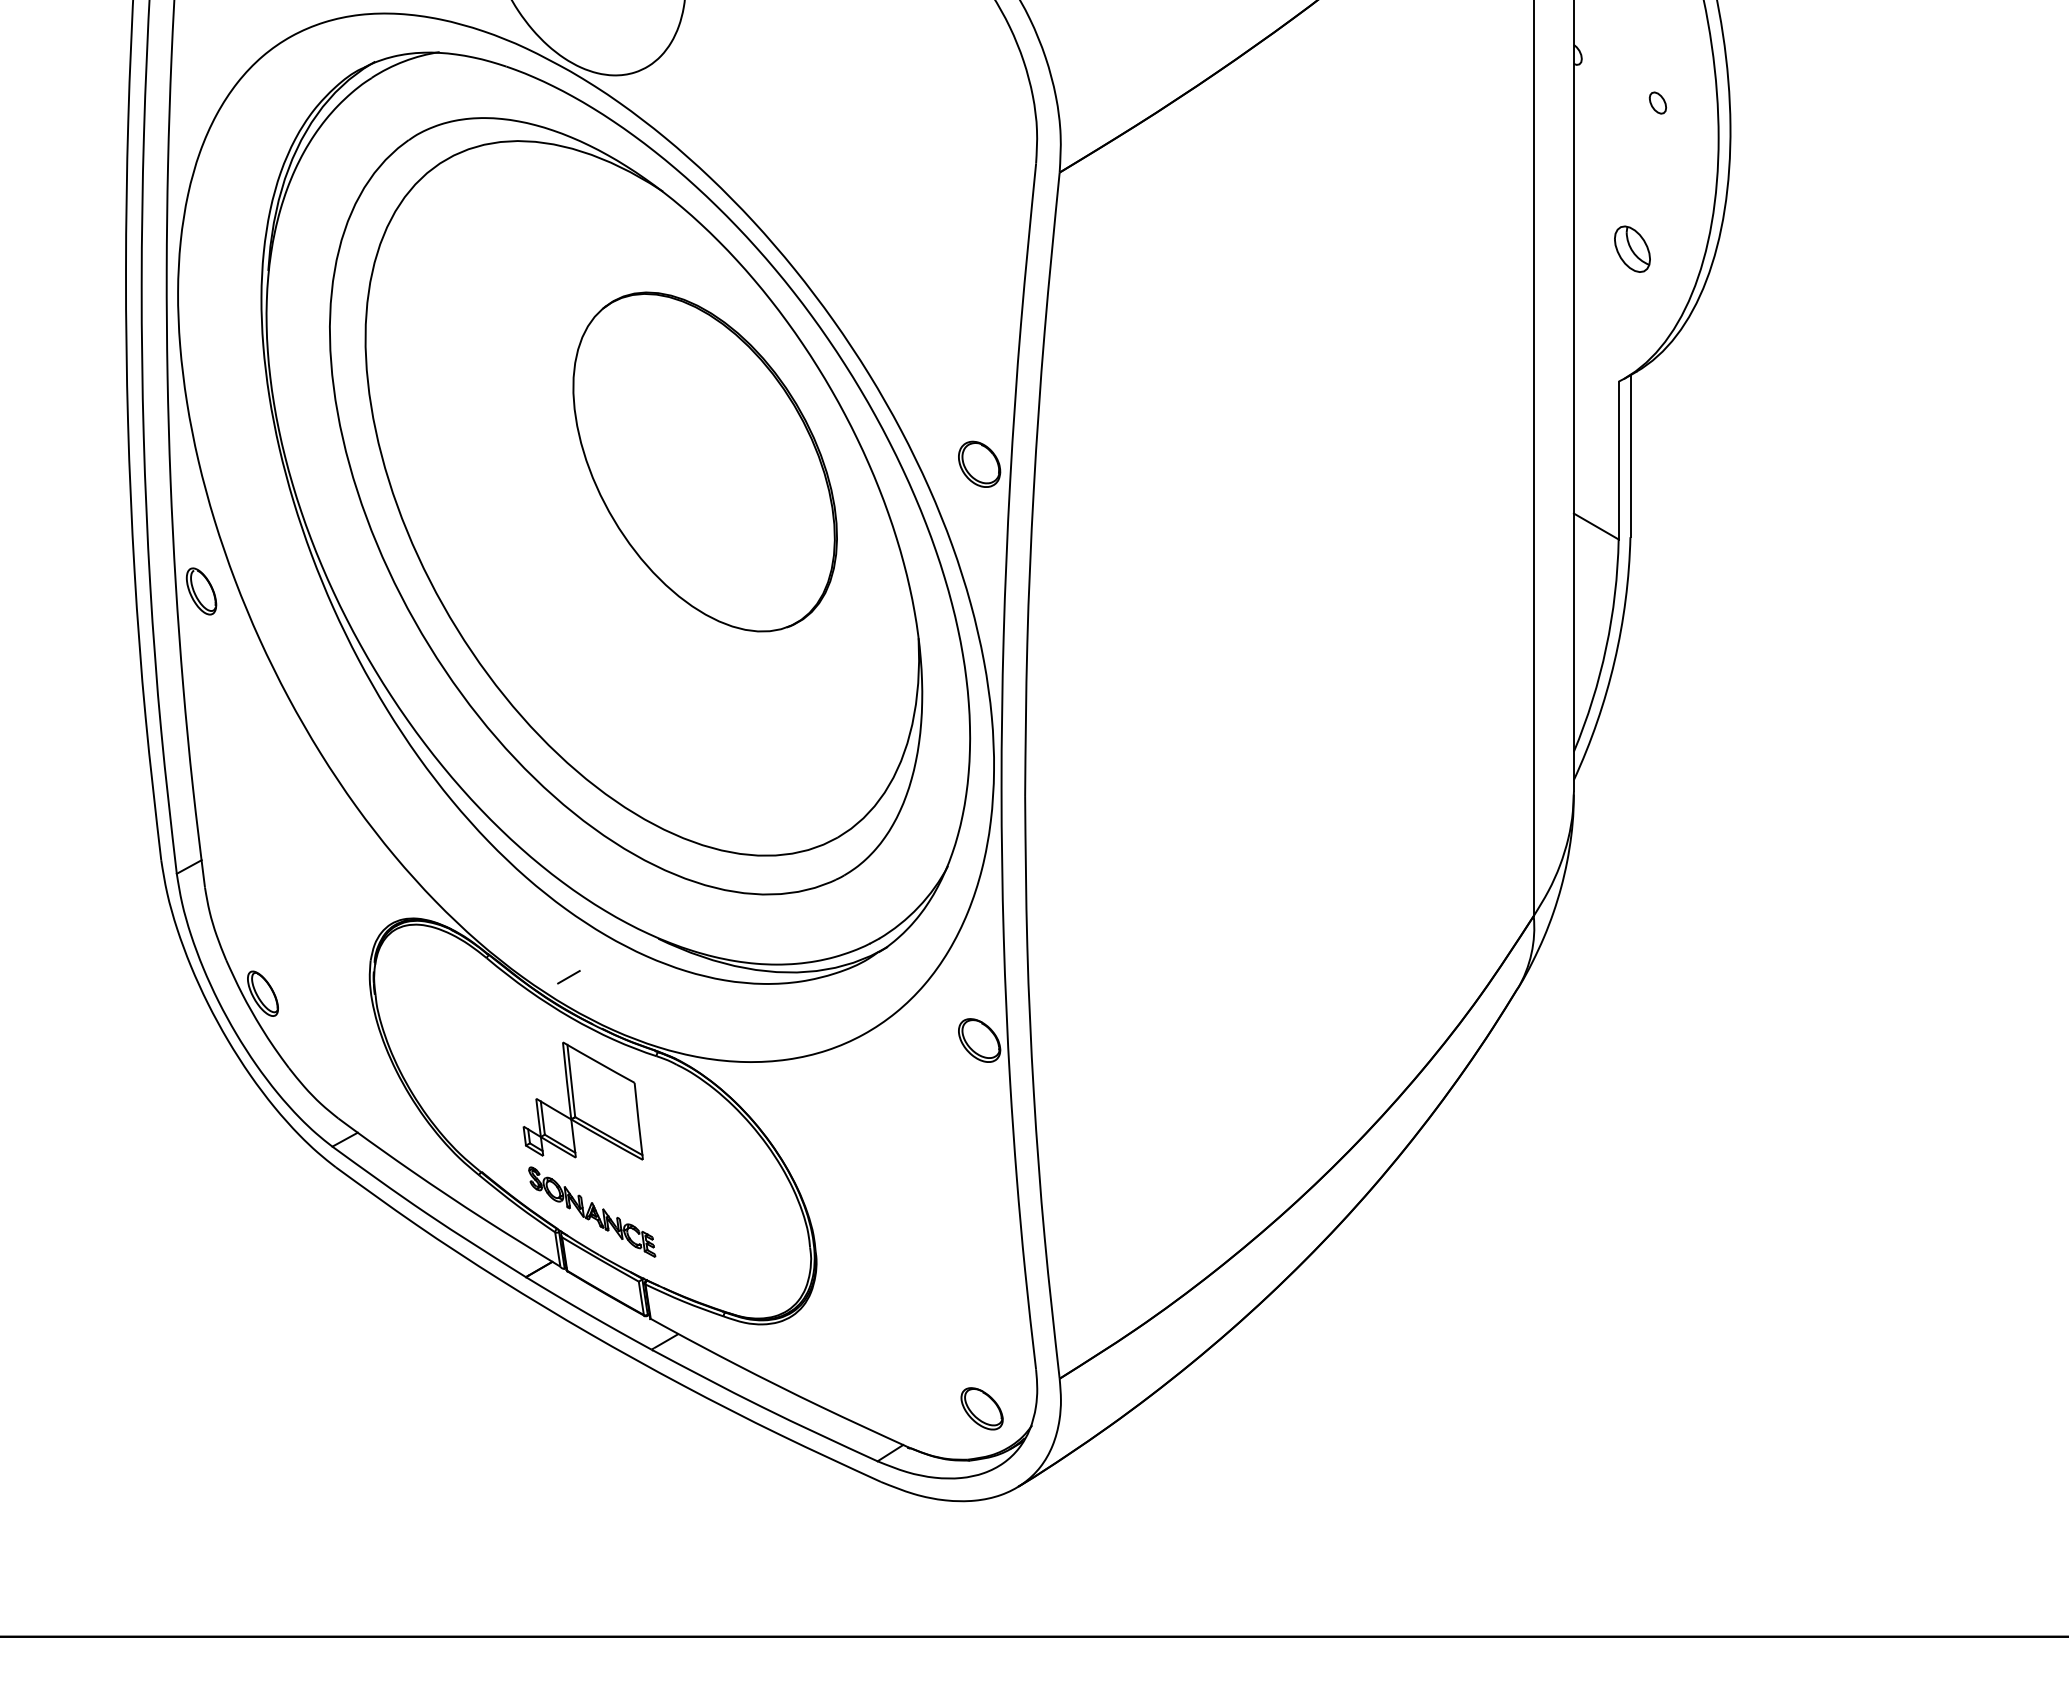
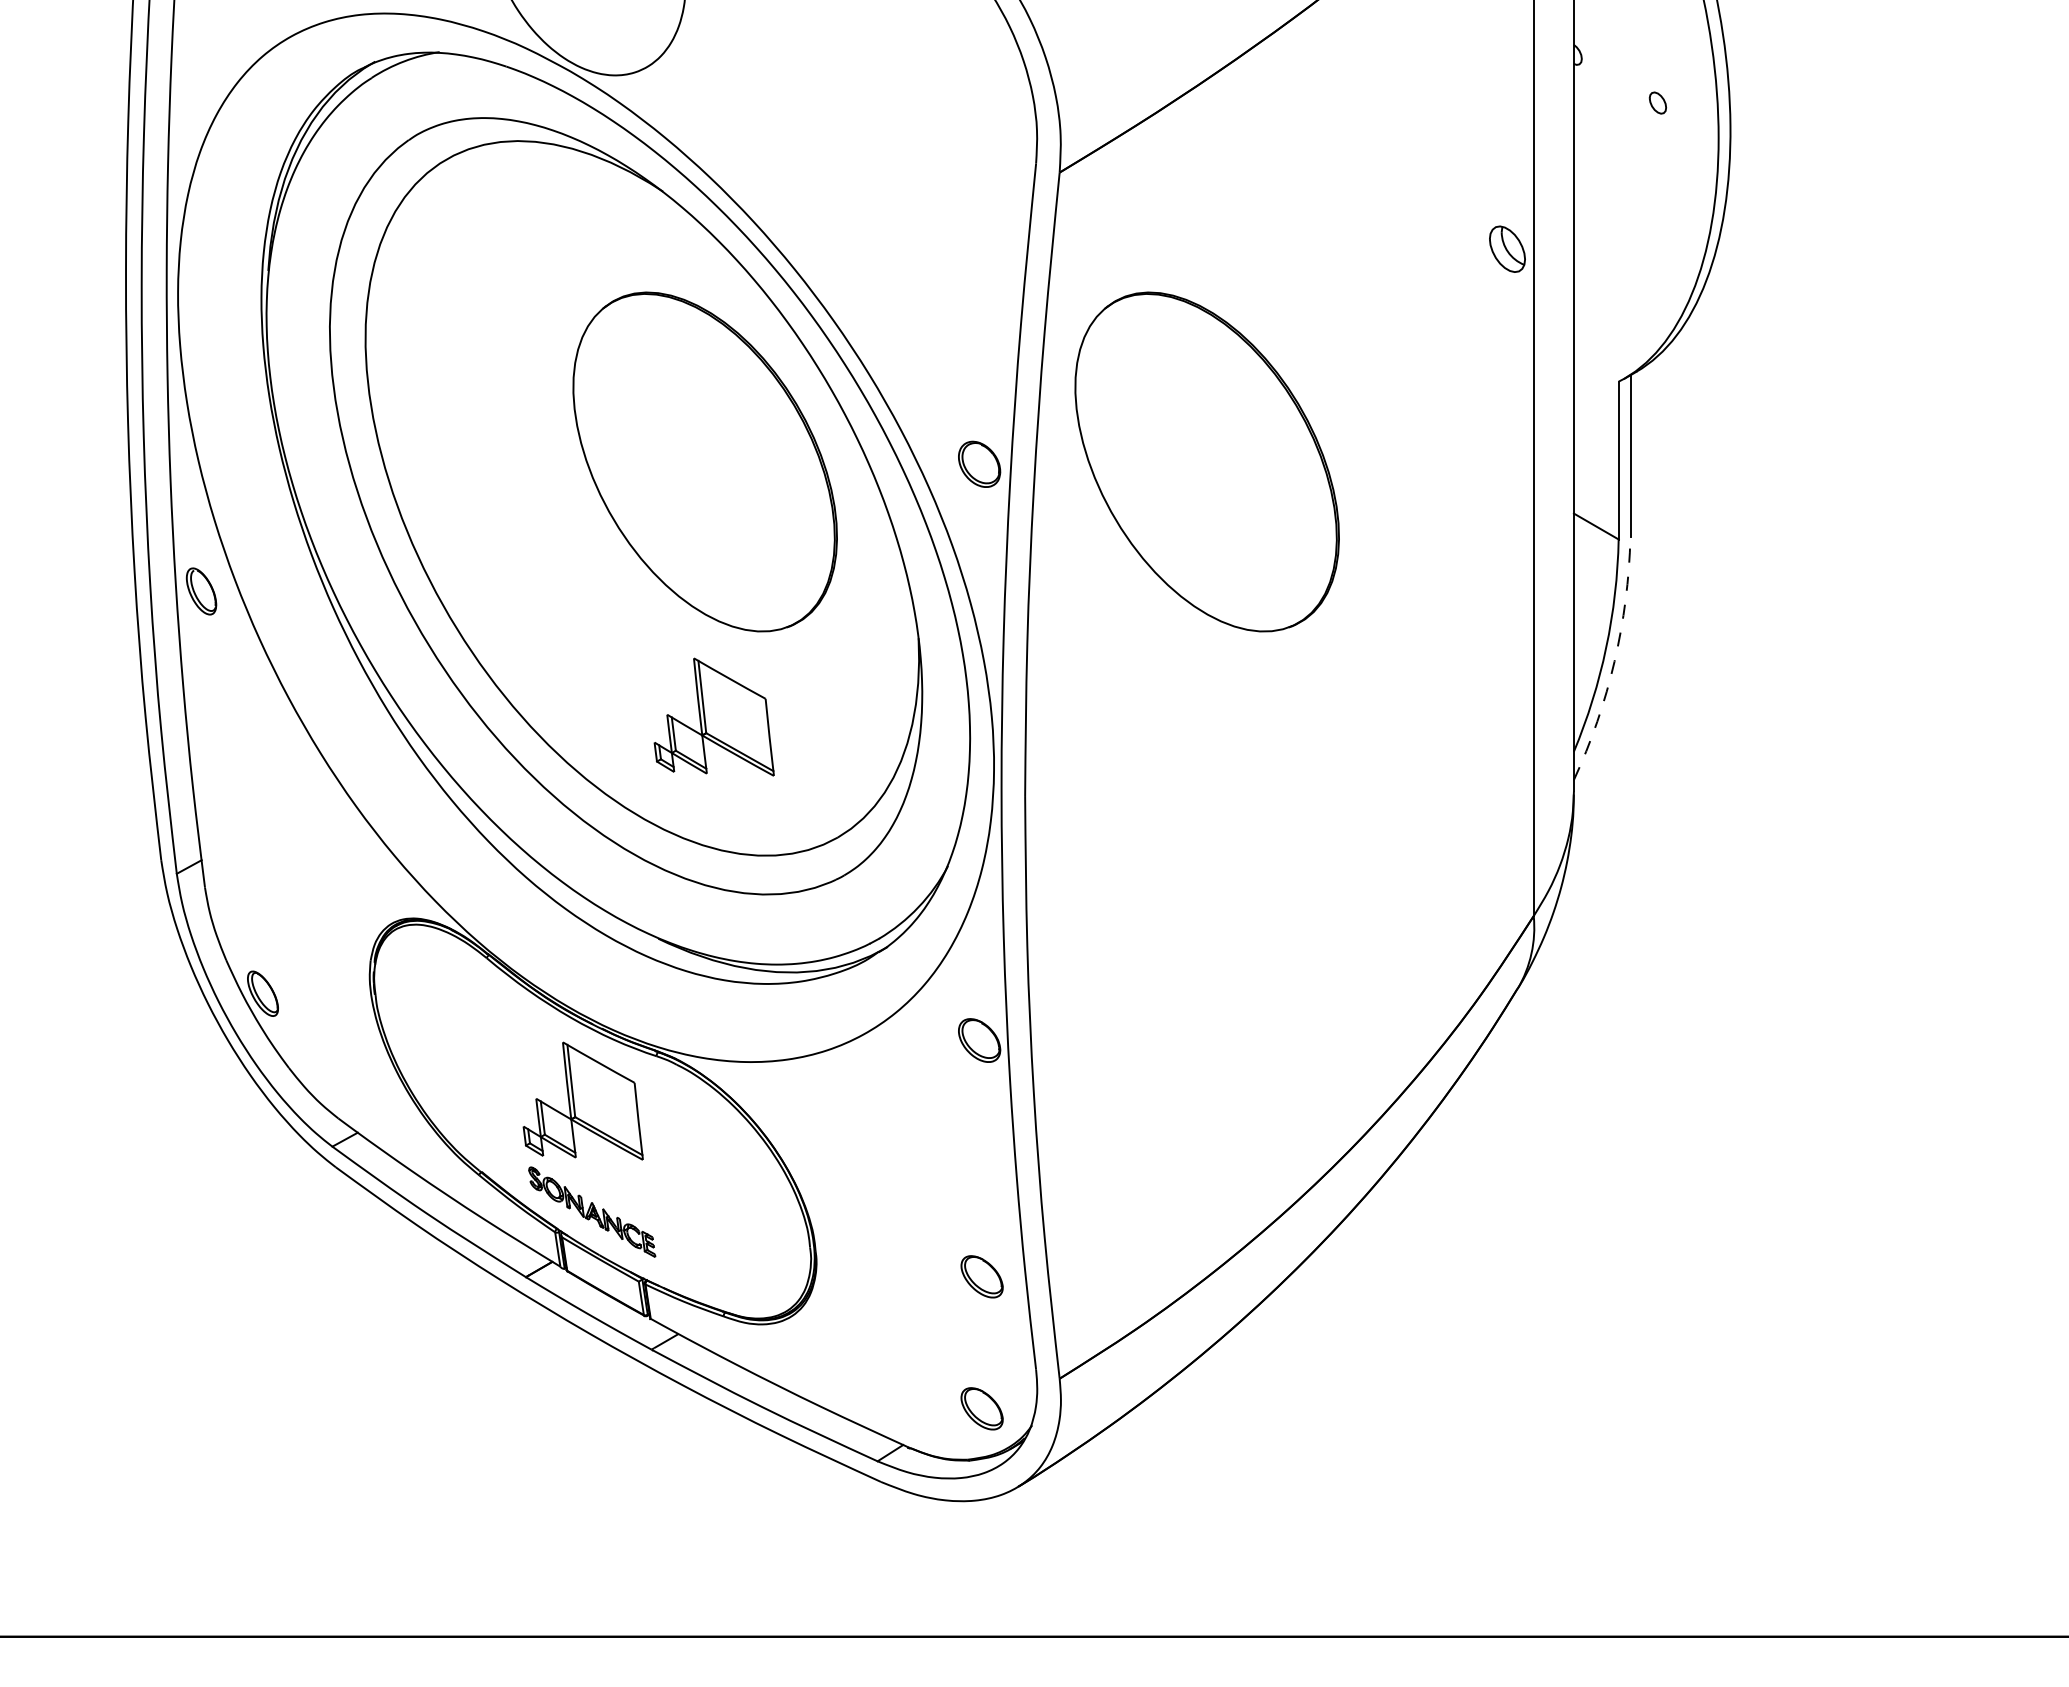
part at (1632, 248) position: (1632, 248) -> (1507, 248)
part at (1206, 461): none -> present
arc at (1614, 661): solid -> dashed
part at (713, 716): none -> present
line at (568, 977): present -> none
part at (981, 1276): none -> present
